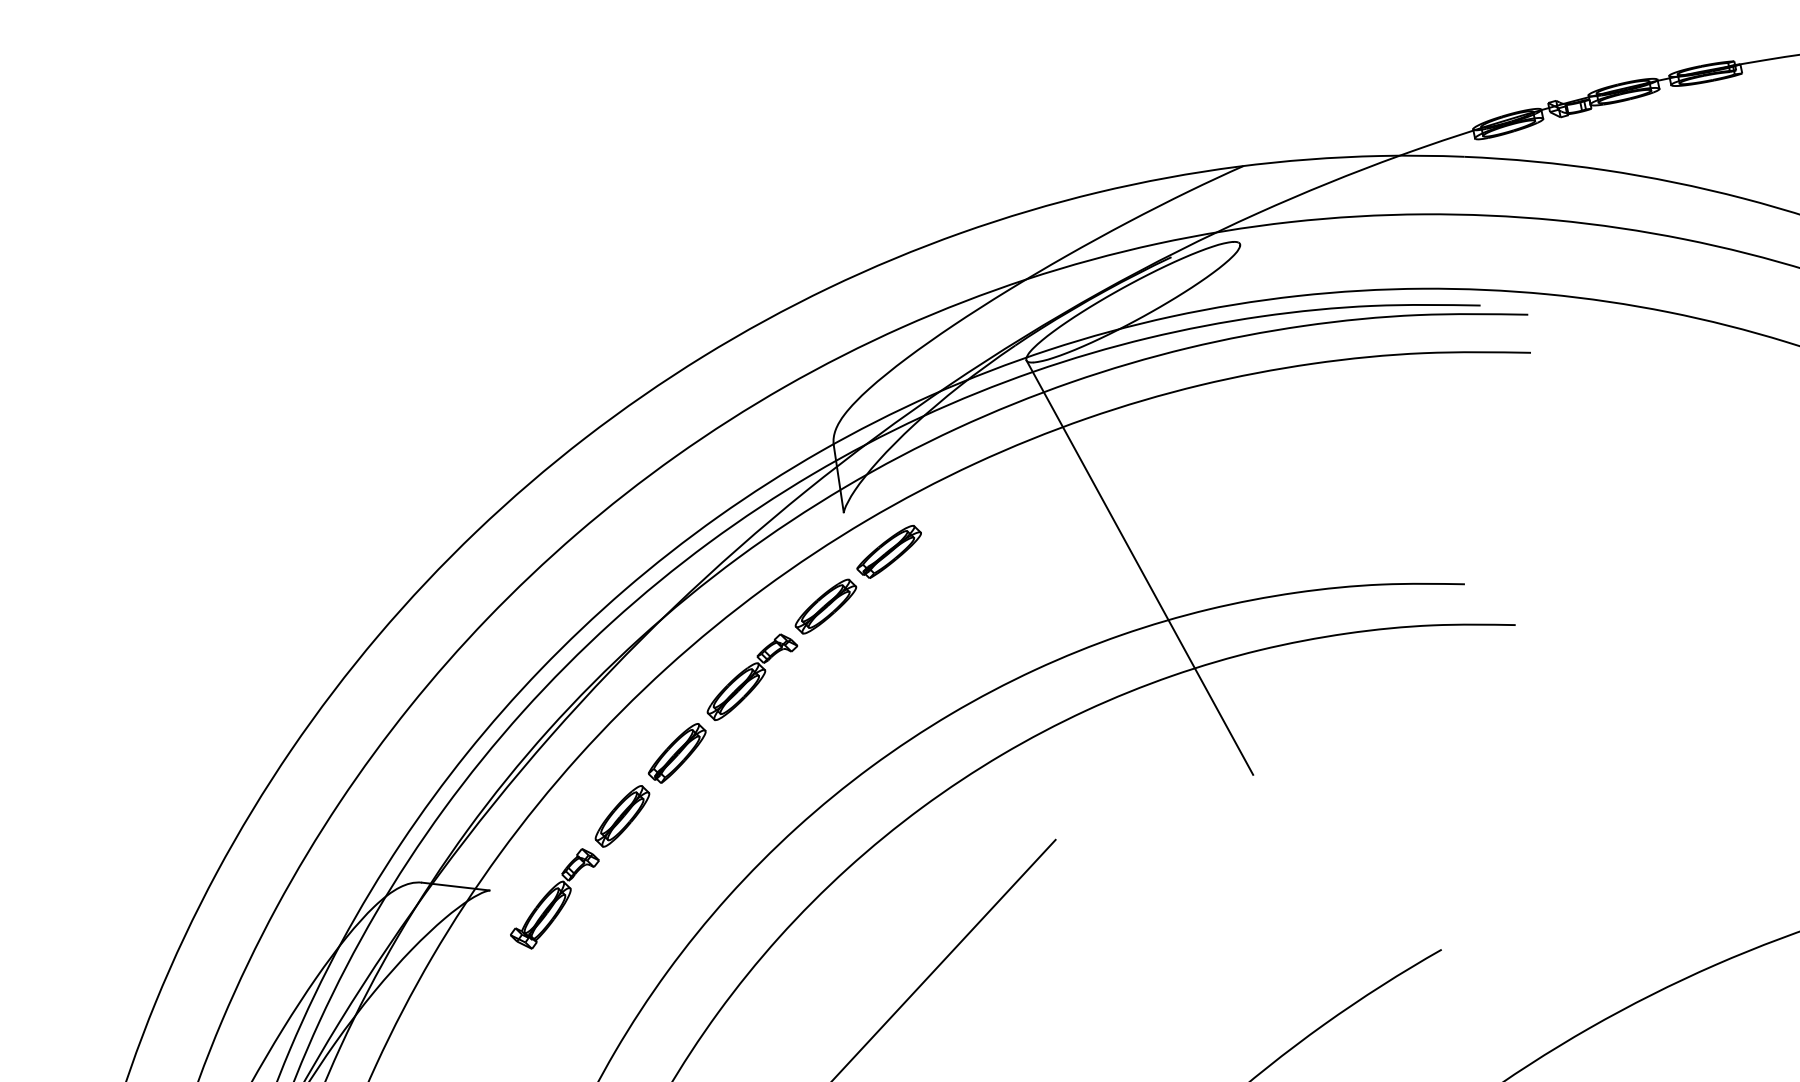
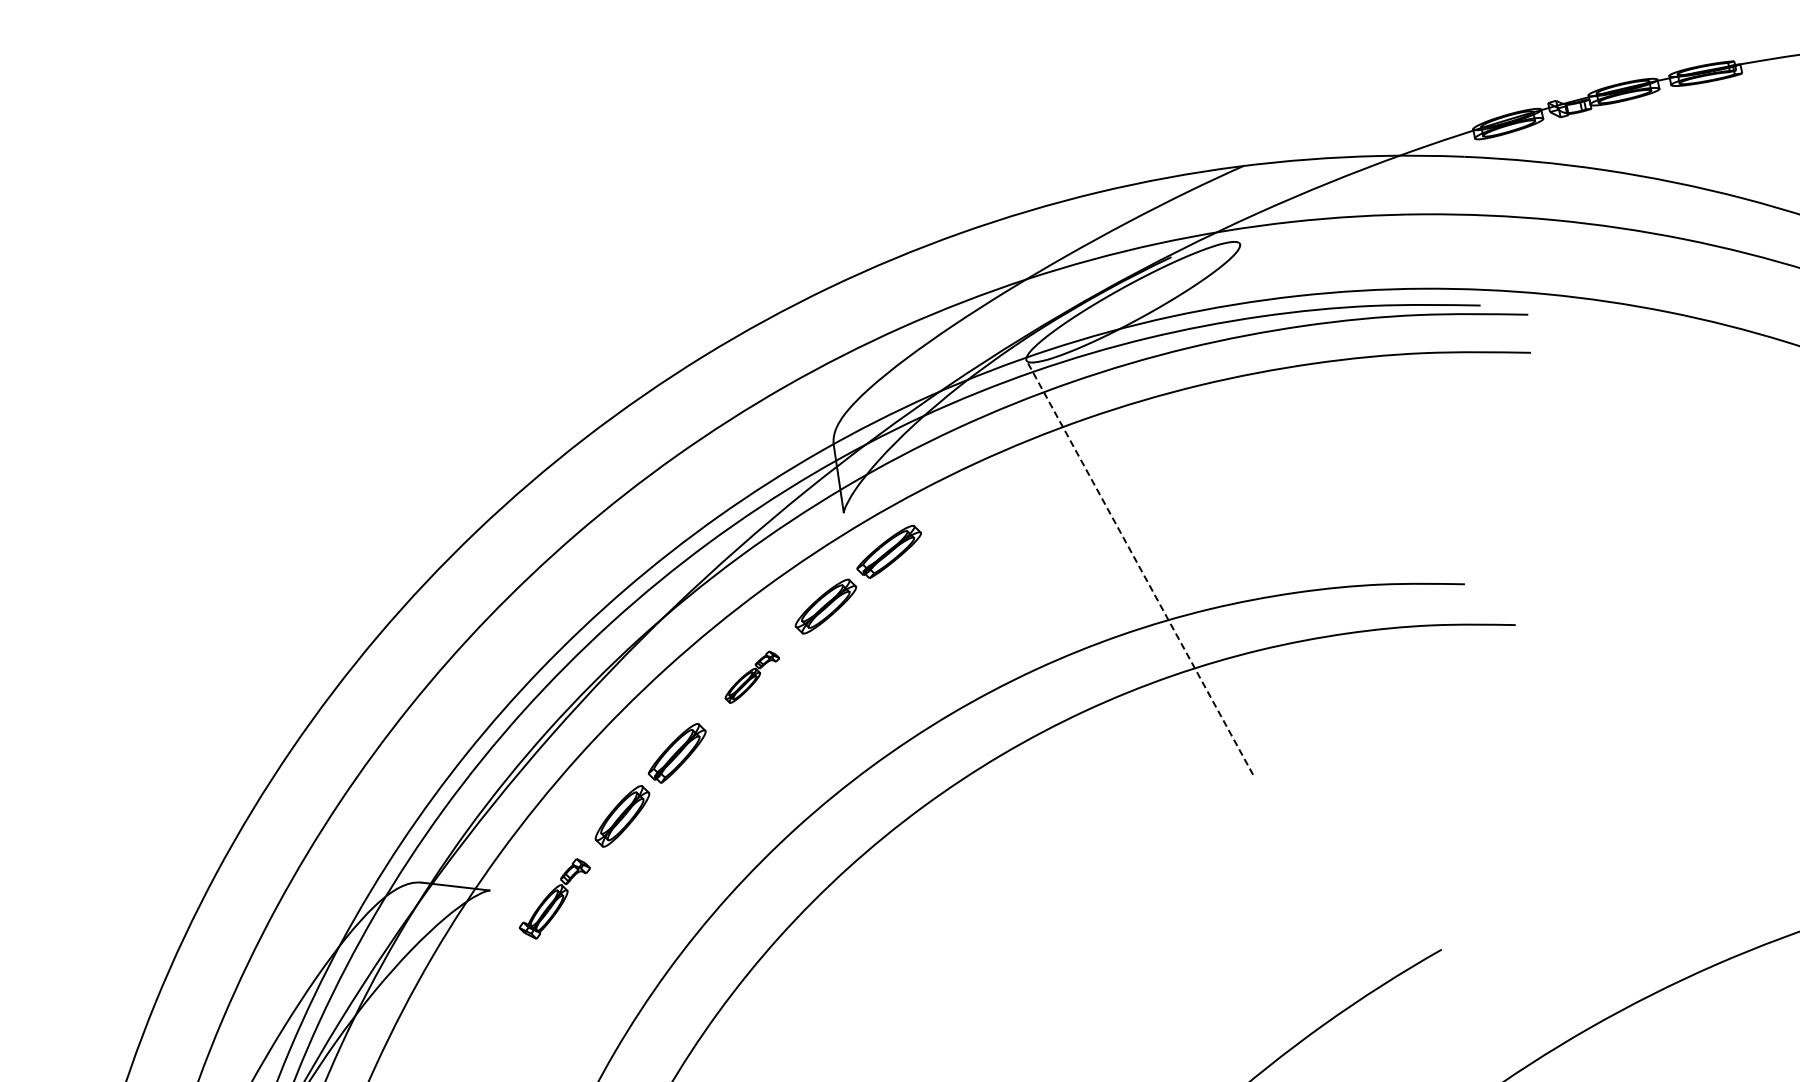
line at (1139, 567): solid -> dashed
part at (752, 676) size: 93x88 px -> 56x54 px
part at (554, 898) size: 90x102 px -> 73x82 px
line at (944, 958): present -> none
